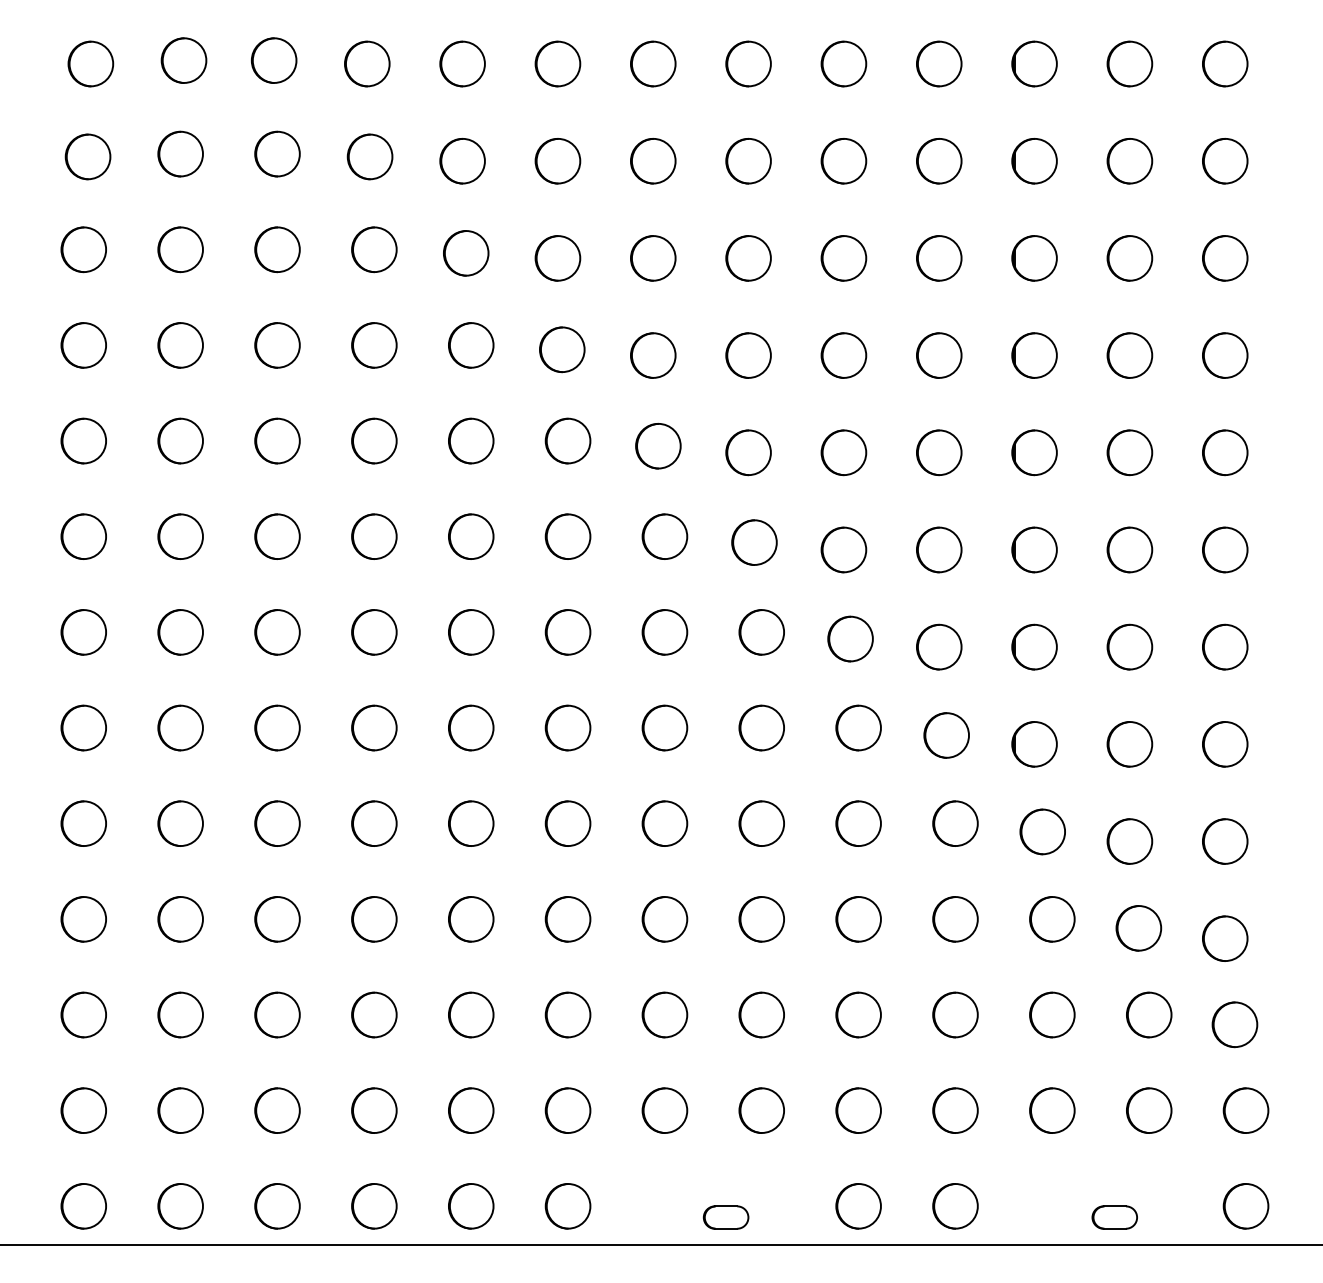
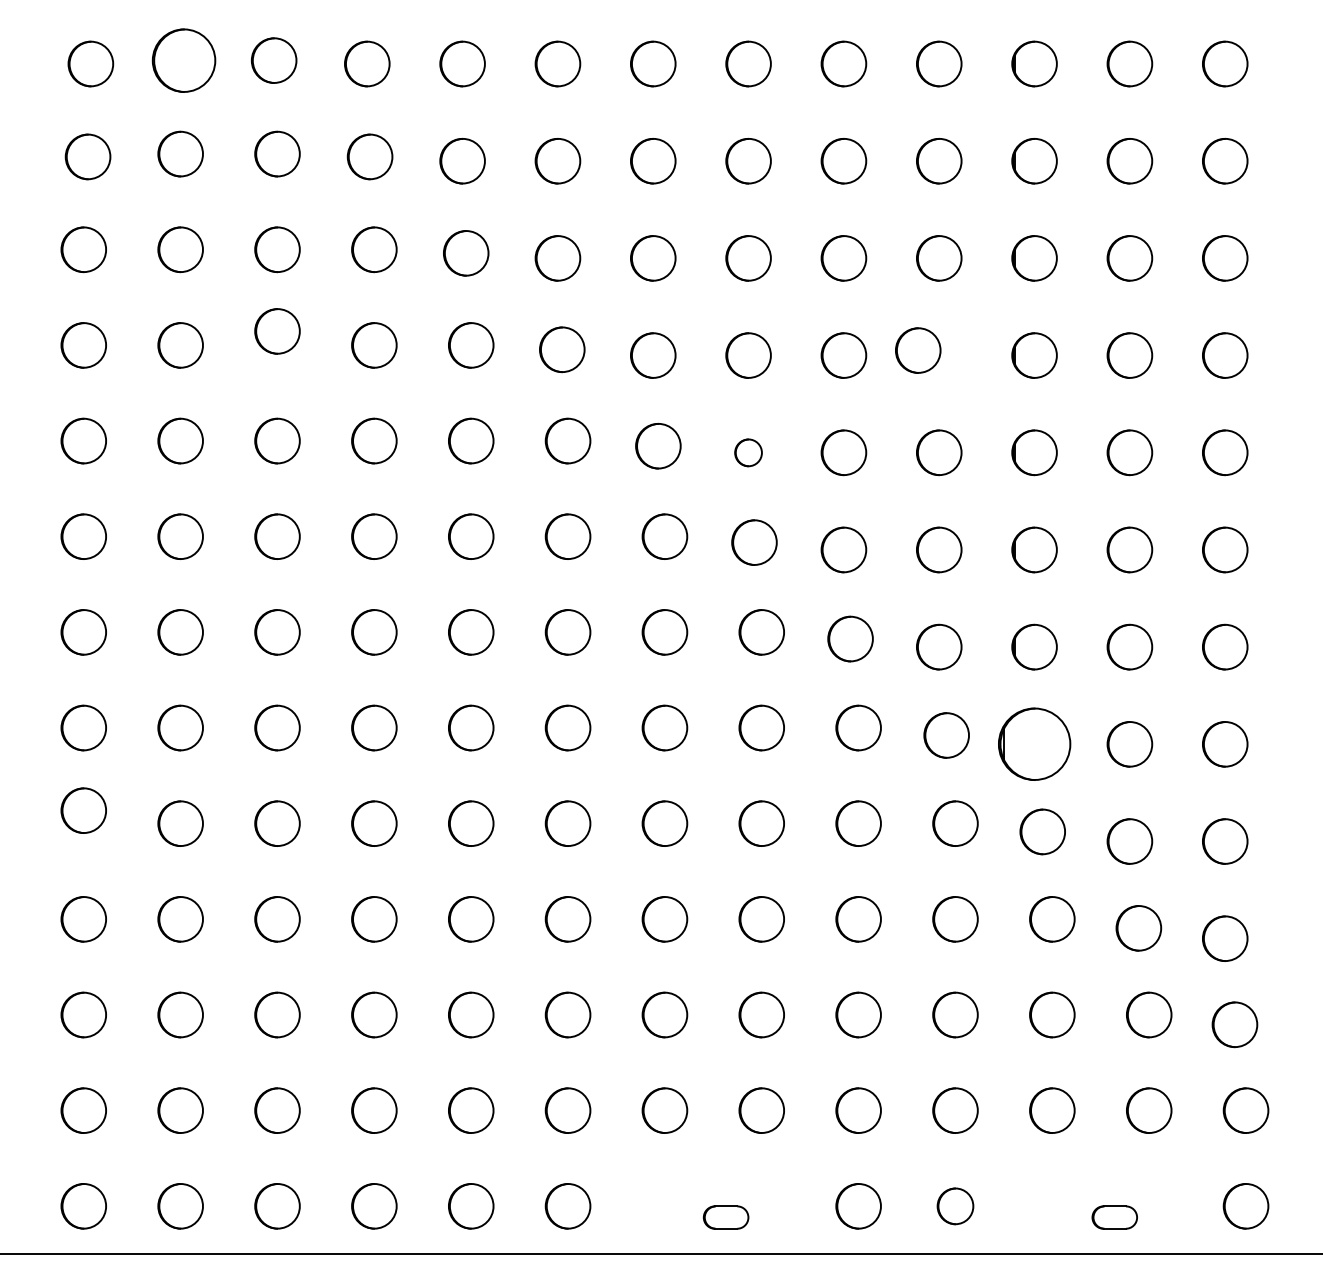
part at (183, 60) size: 48x47 px -> 66x65 px
circle at (277, 345) position: (277, 345) -> (277, 331)
circle at (939, 355) position: (939, 355) -> (918, 350)
part at (748, 452) size: 47x48 px -> 29x30 px
part at (1034, 744) size: 47x47 px -> 74x74 px
circle at (83, 823) position: (83, 823) -> (83, 810)
circle at (955, 1206) size: 47x47 px -> 39x39 px
line at (660, 1244) position: (660, 1244) -> (660, 1253)
